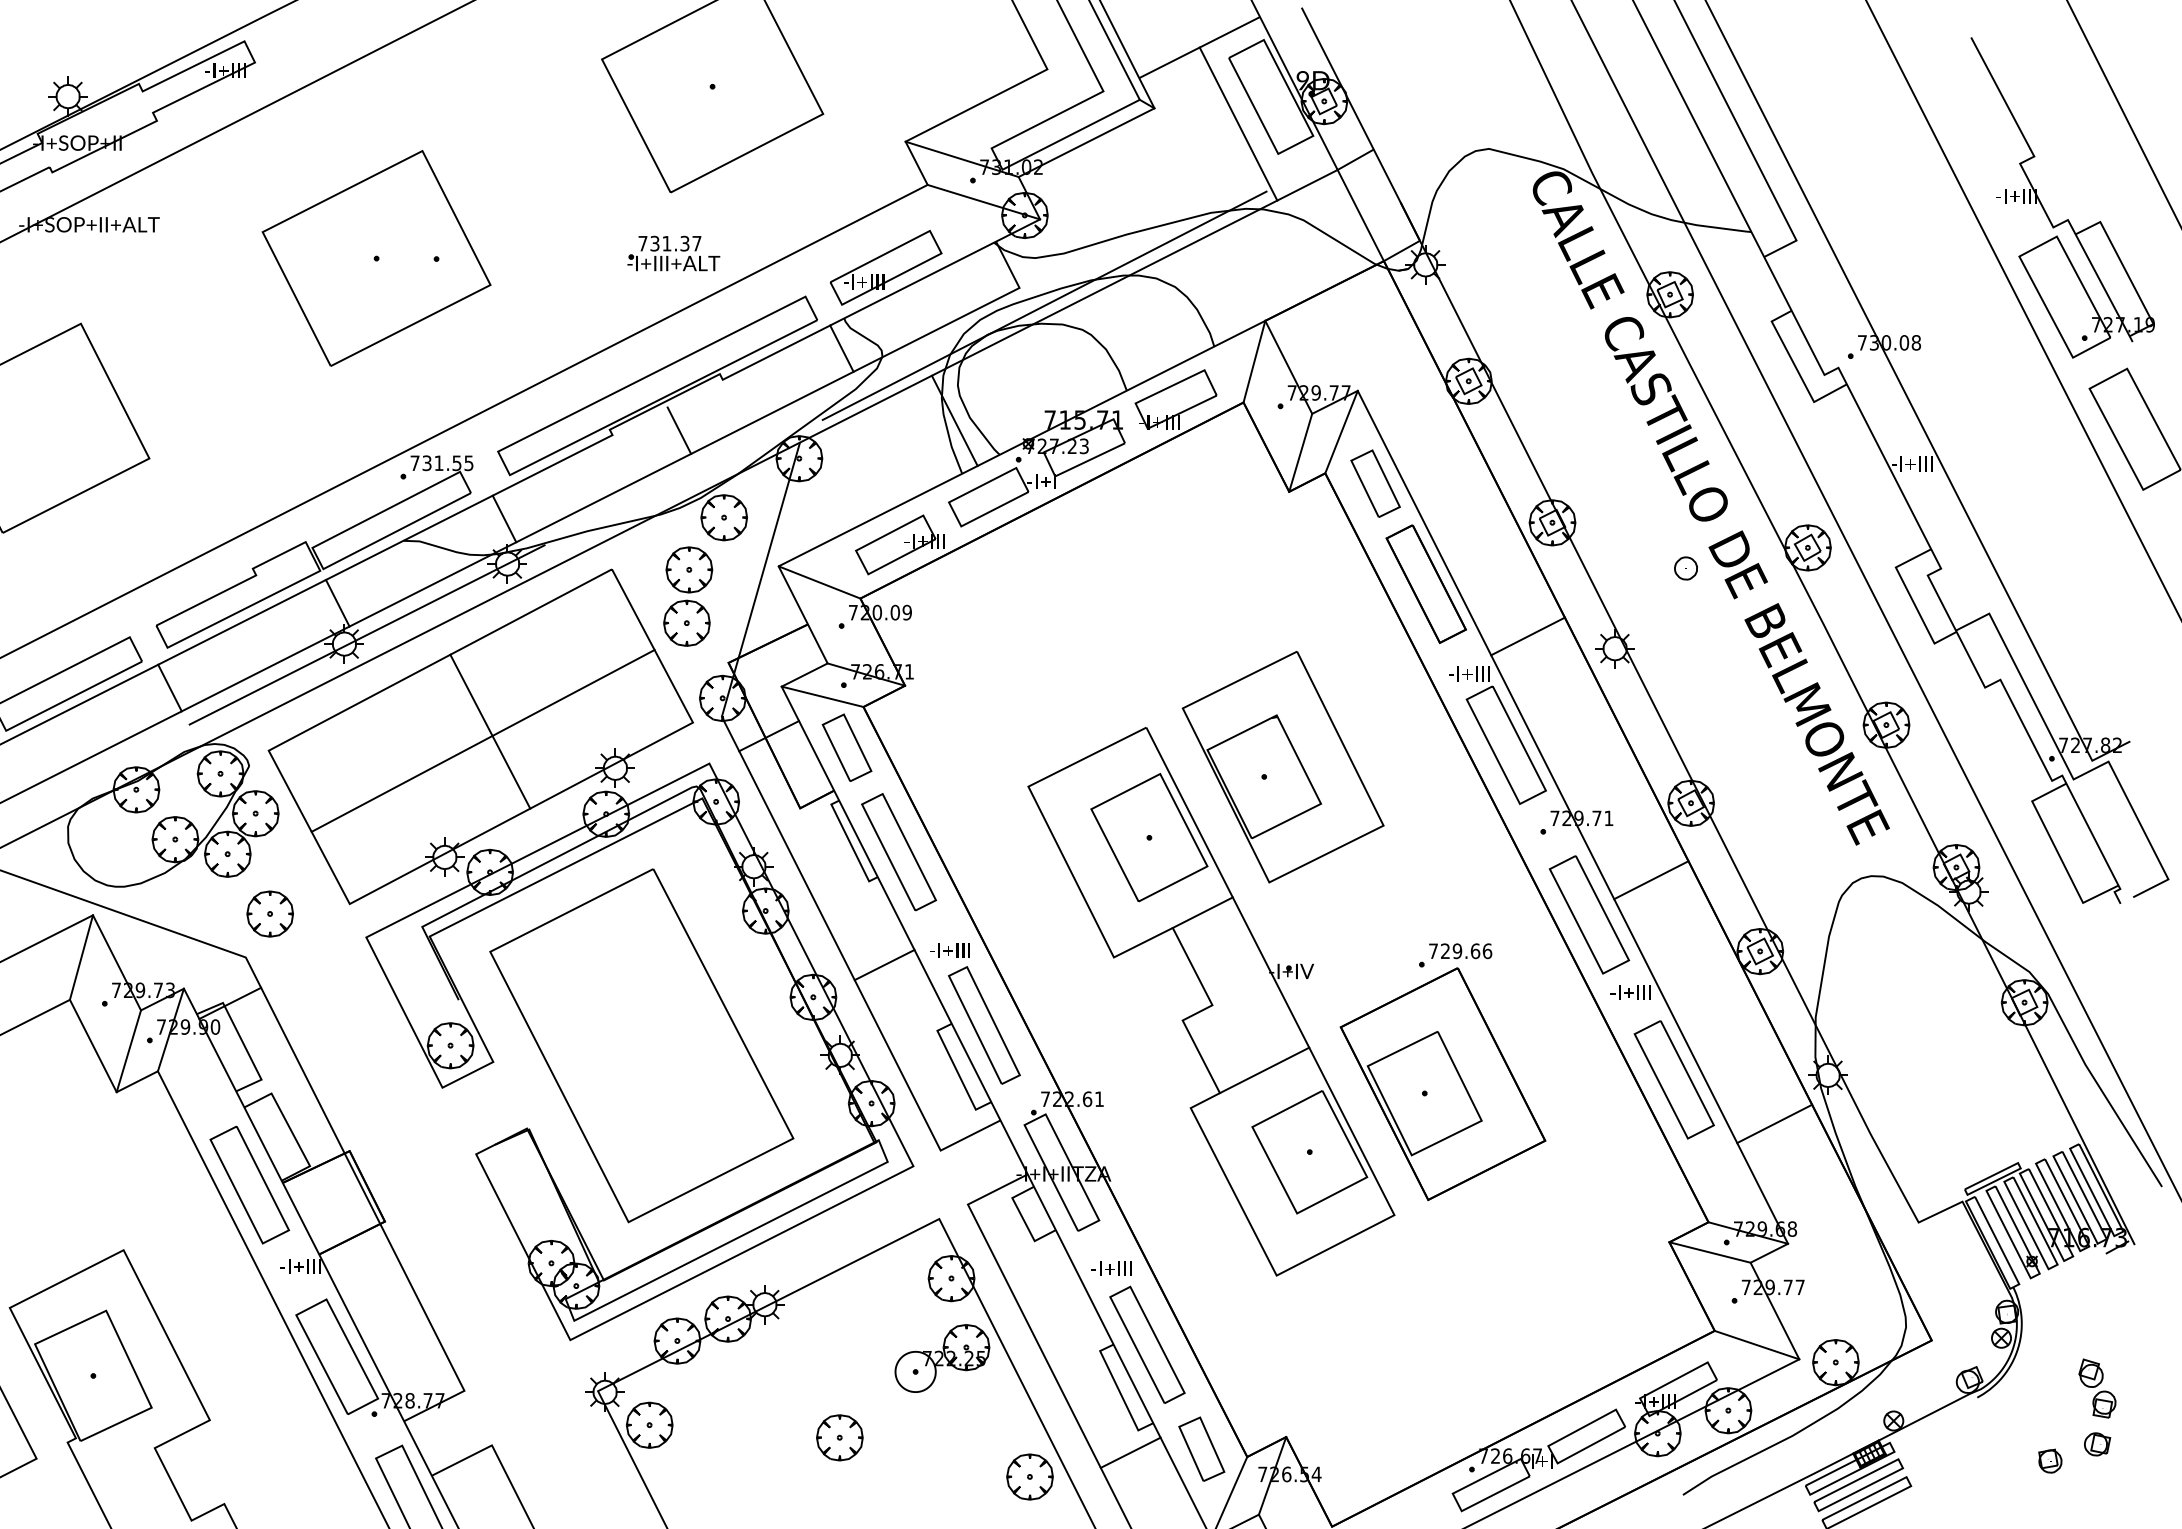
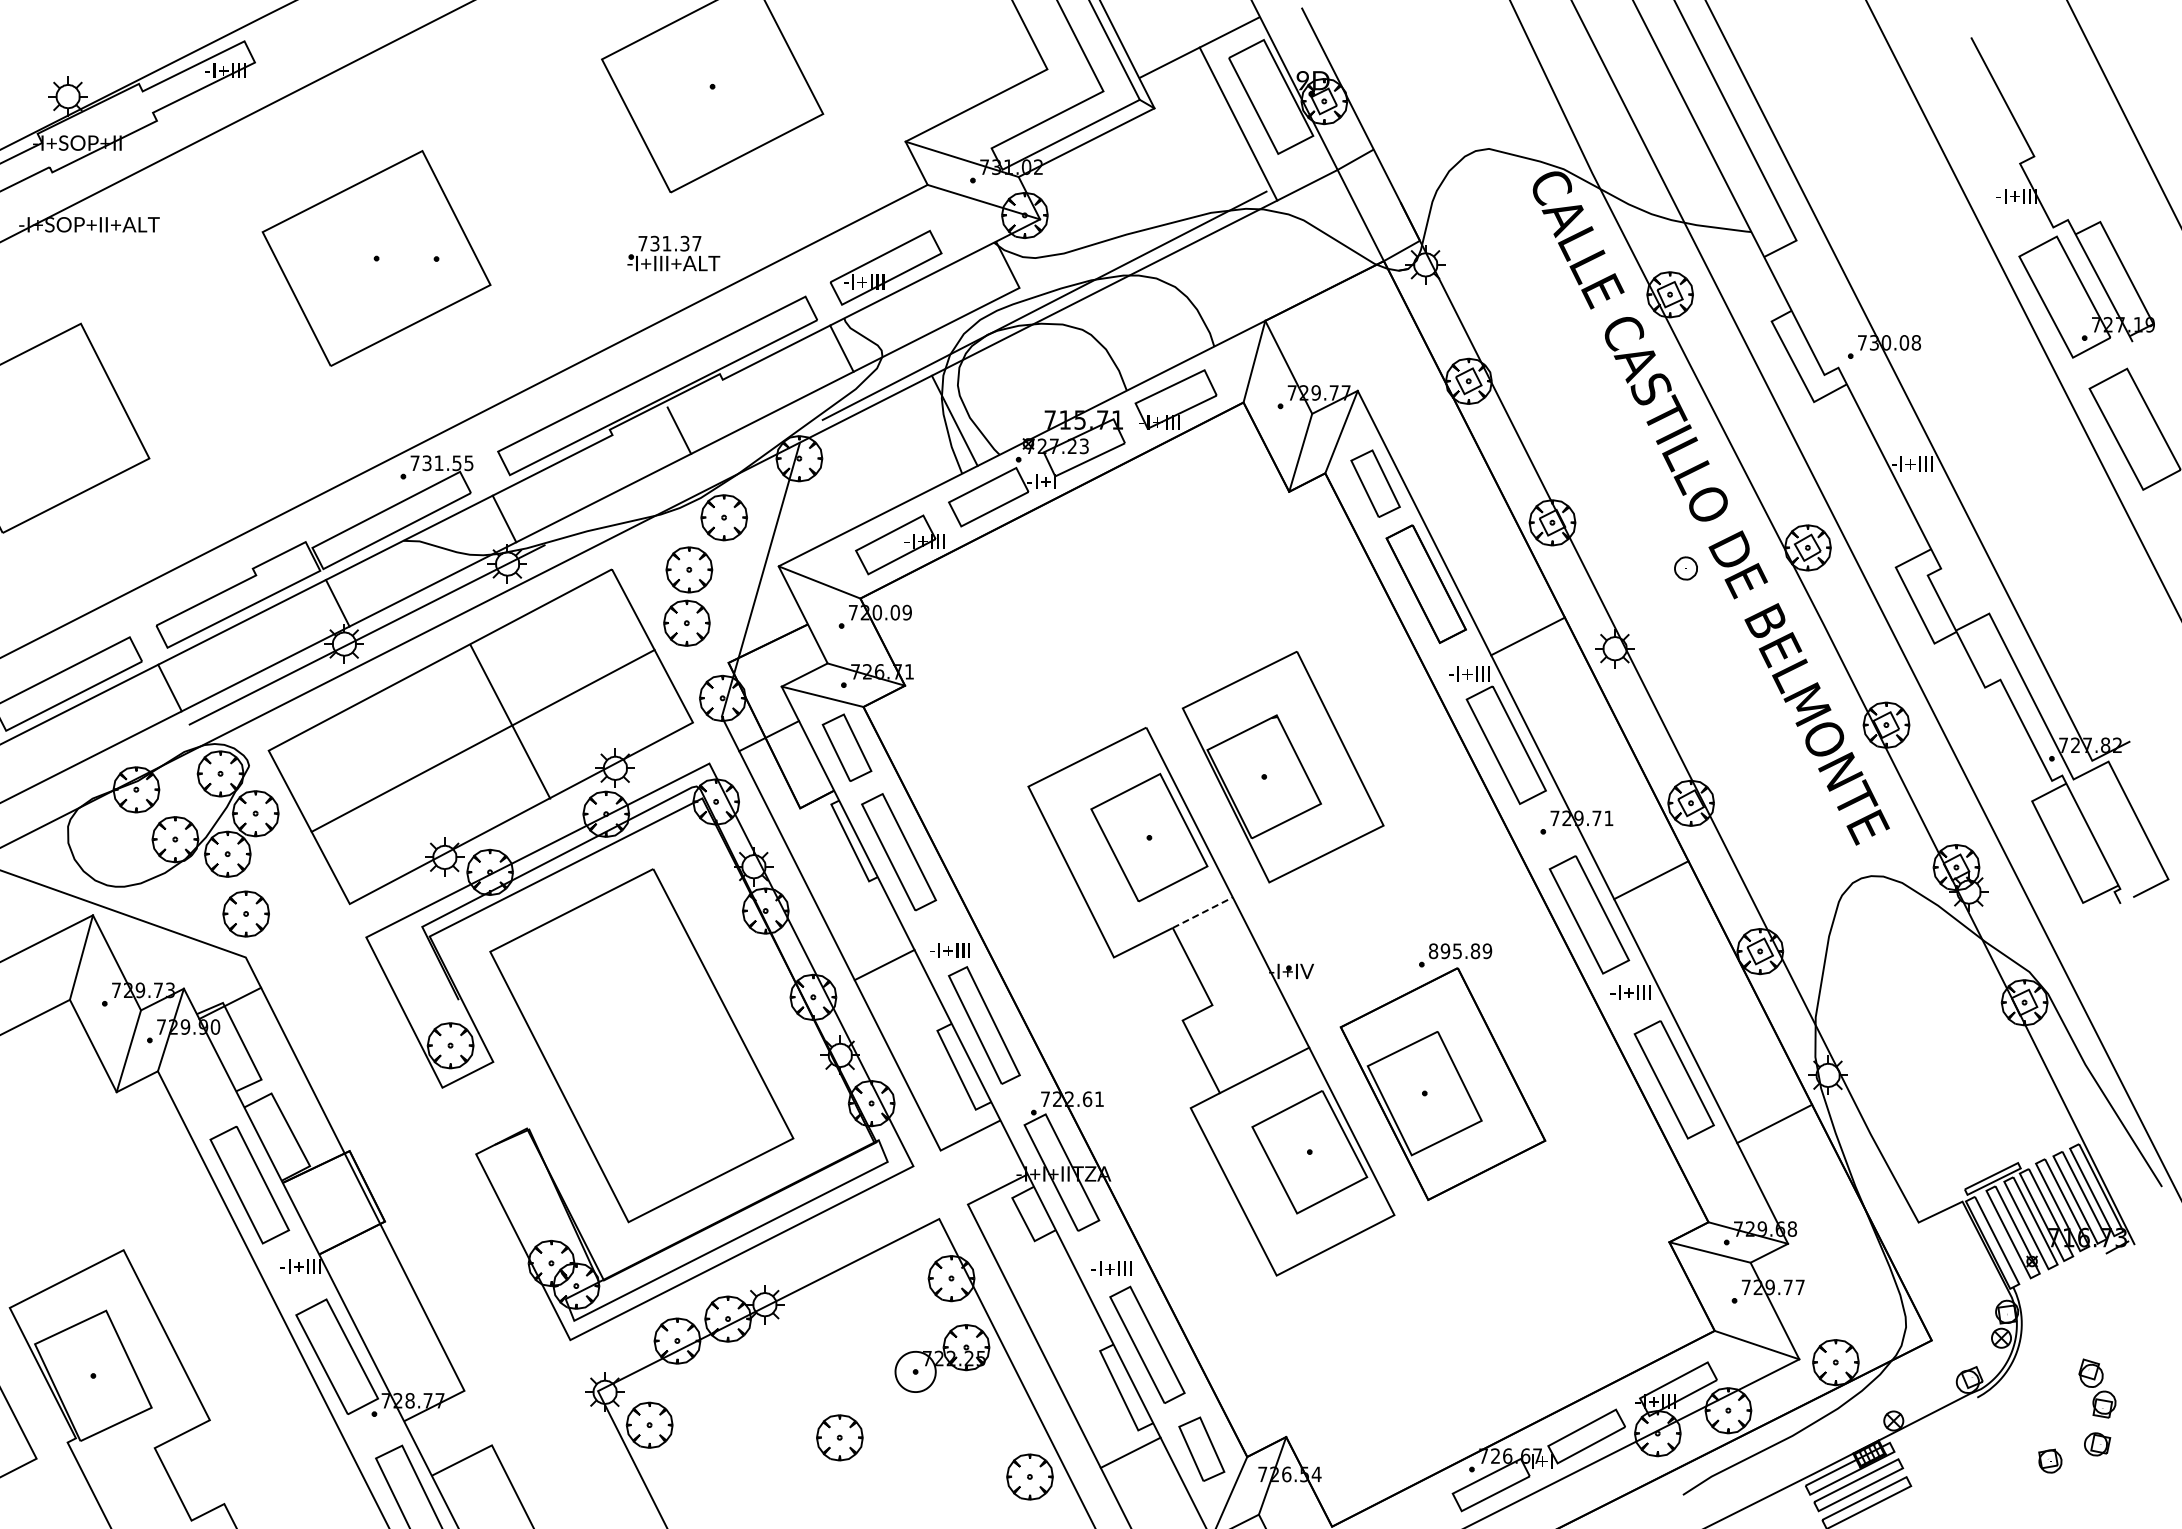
line at (490, 731) position: (490, 731) -> (510, 721)
line at (1202, 912): solid -> dashed
part at (269, 913) position: (269, 913) -> (245, 913)
text at (1460, 951): 729.66 -> 895.89
